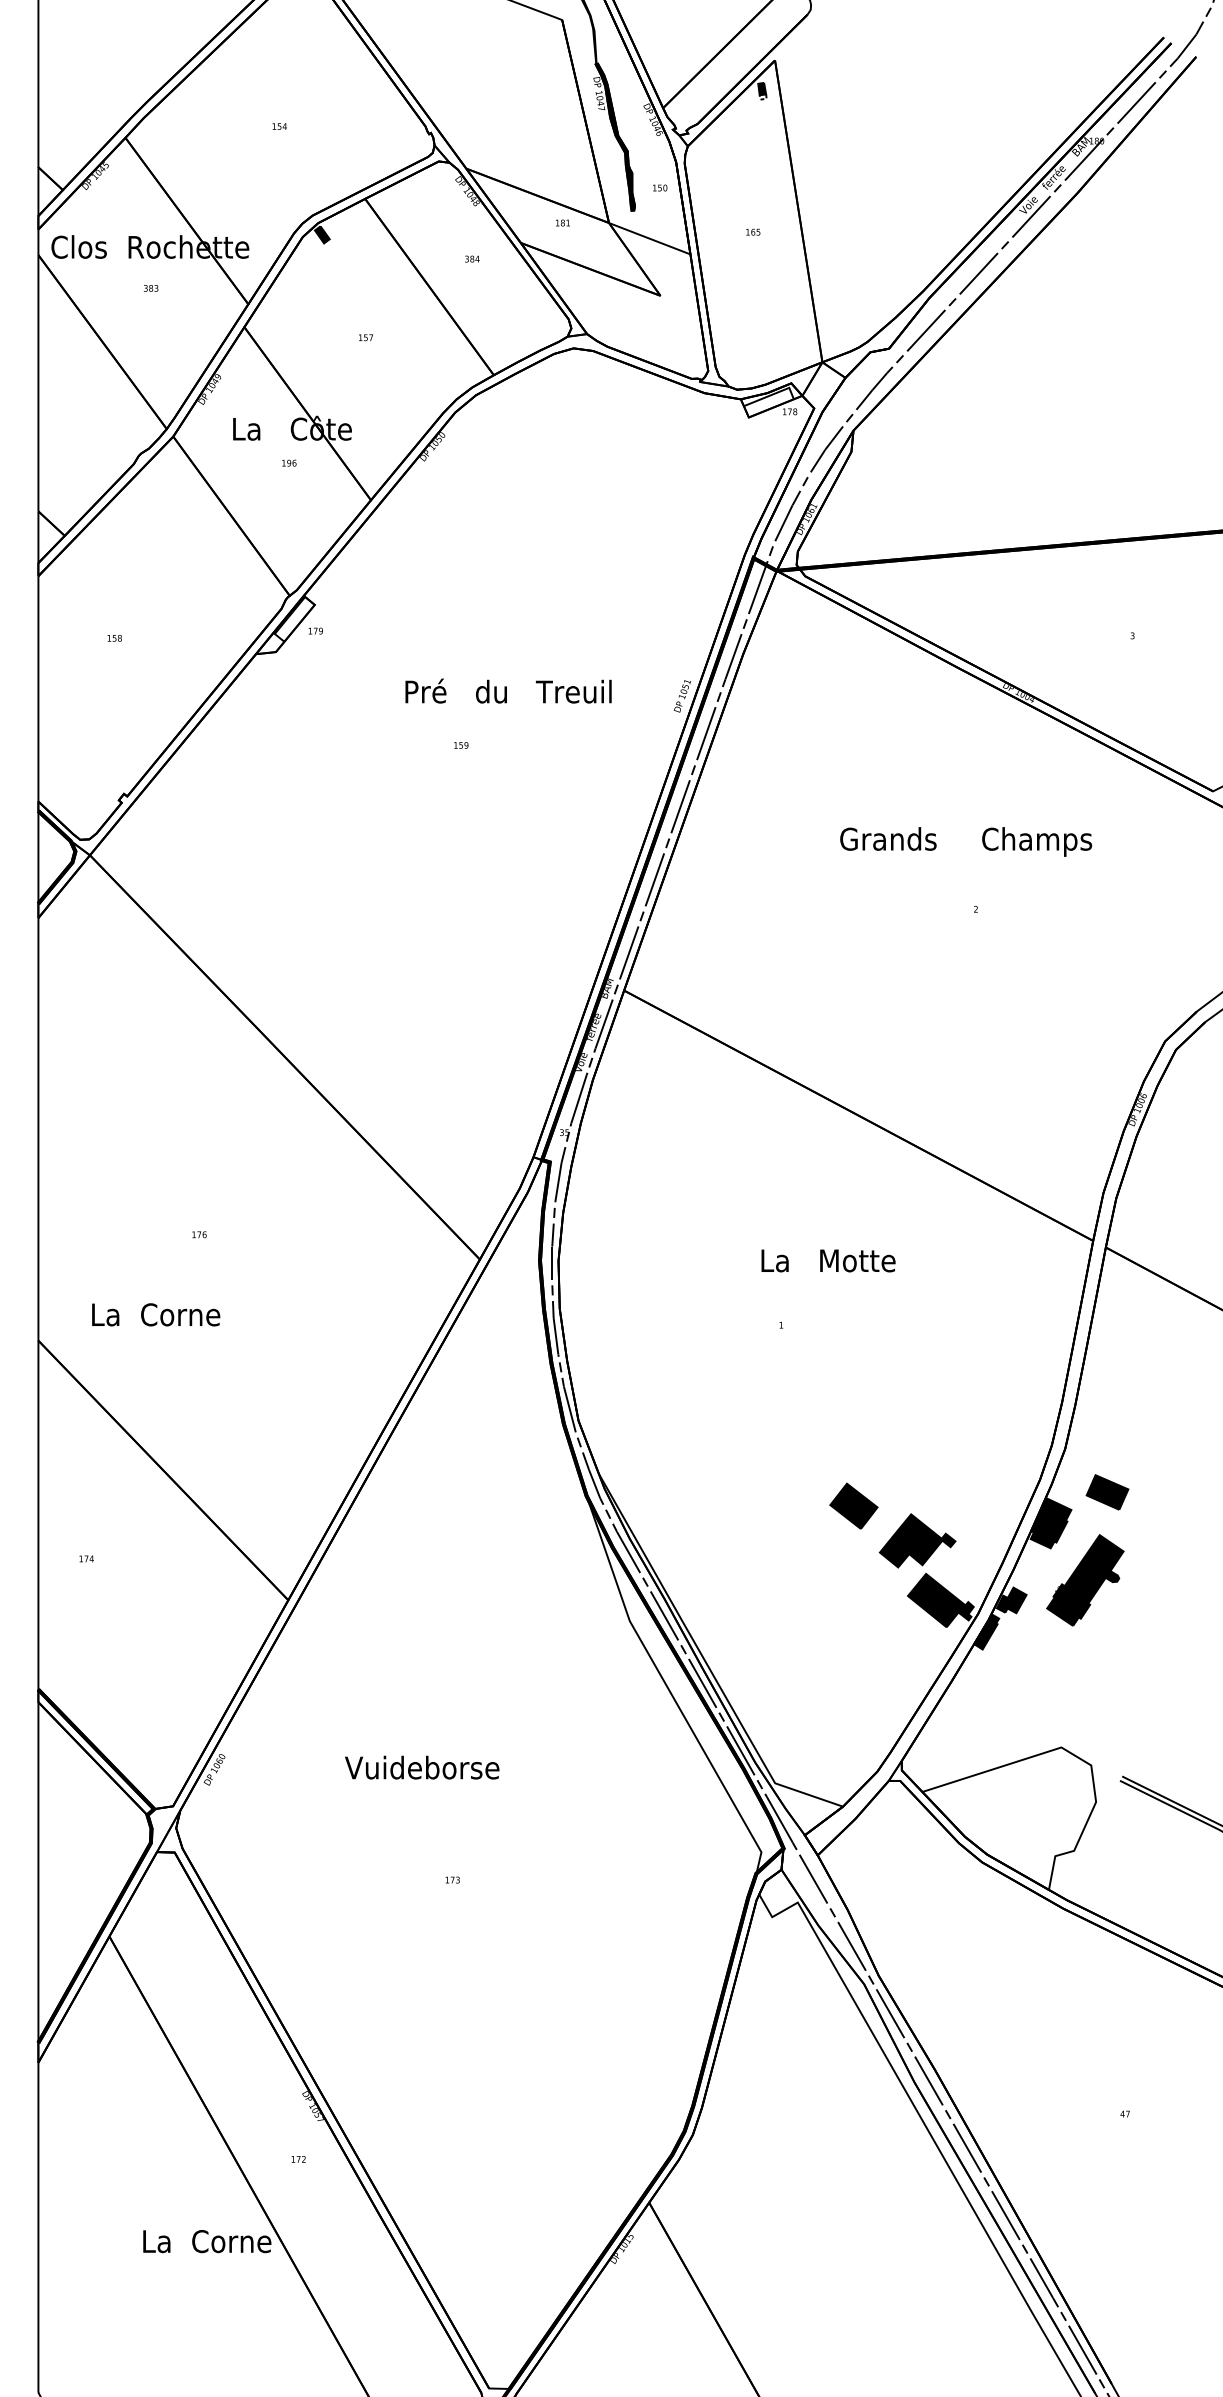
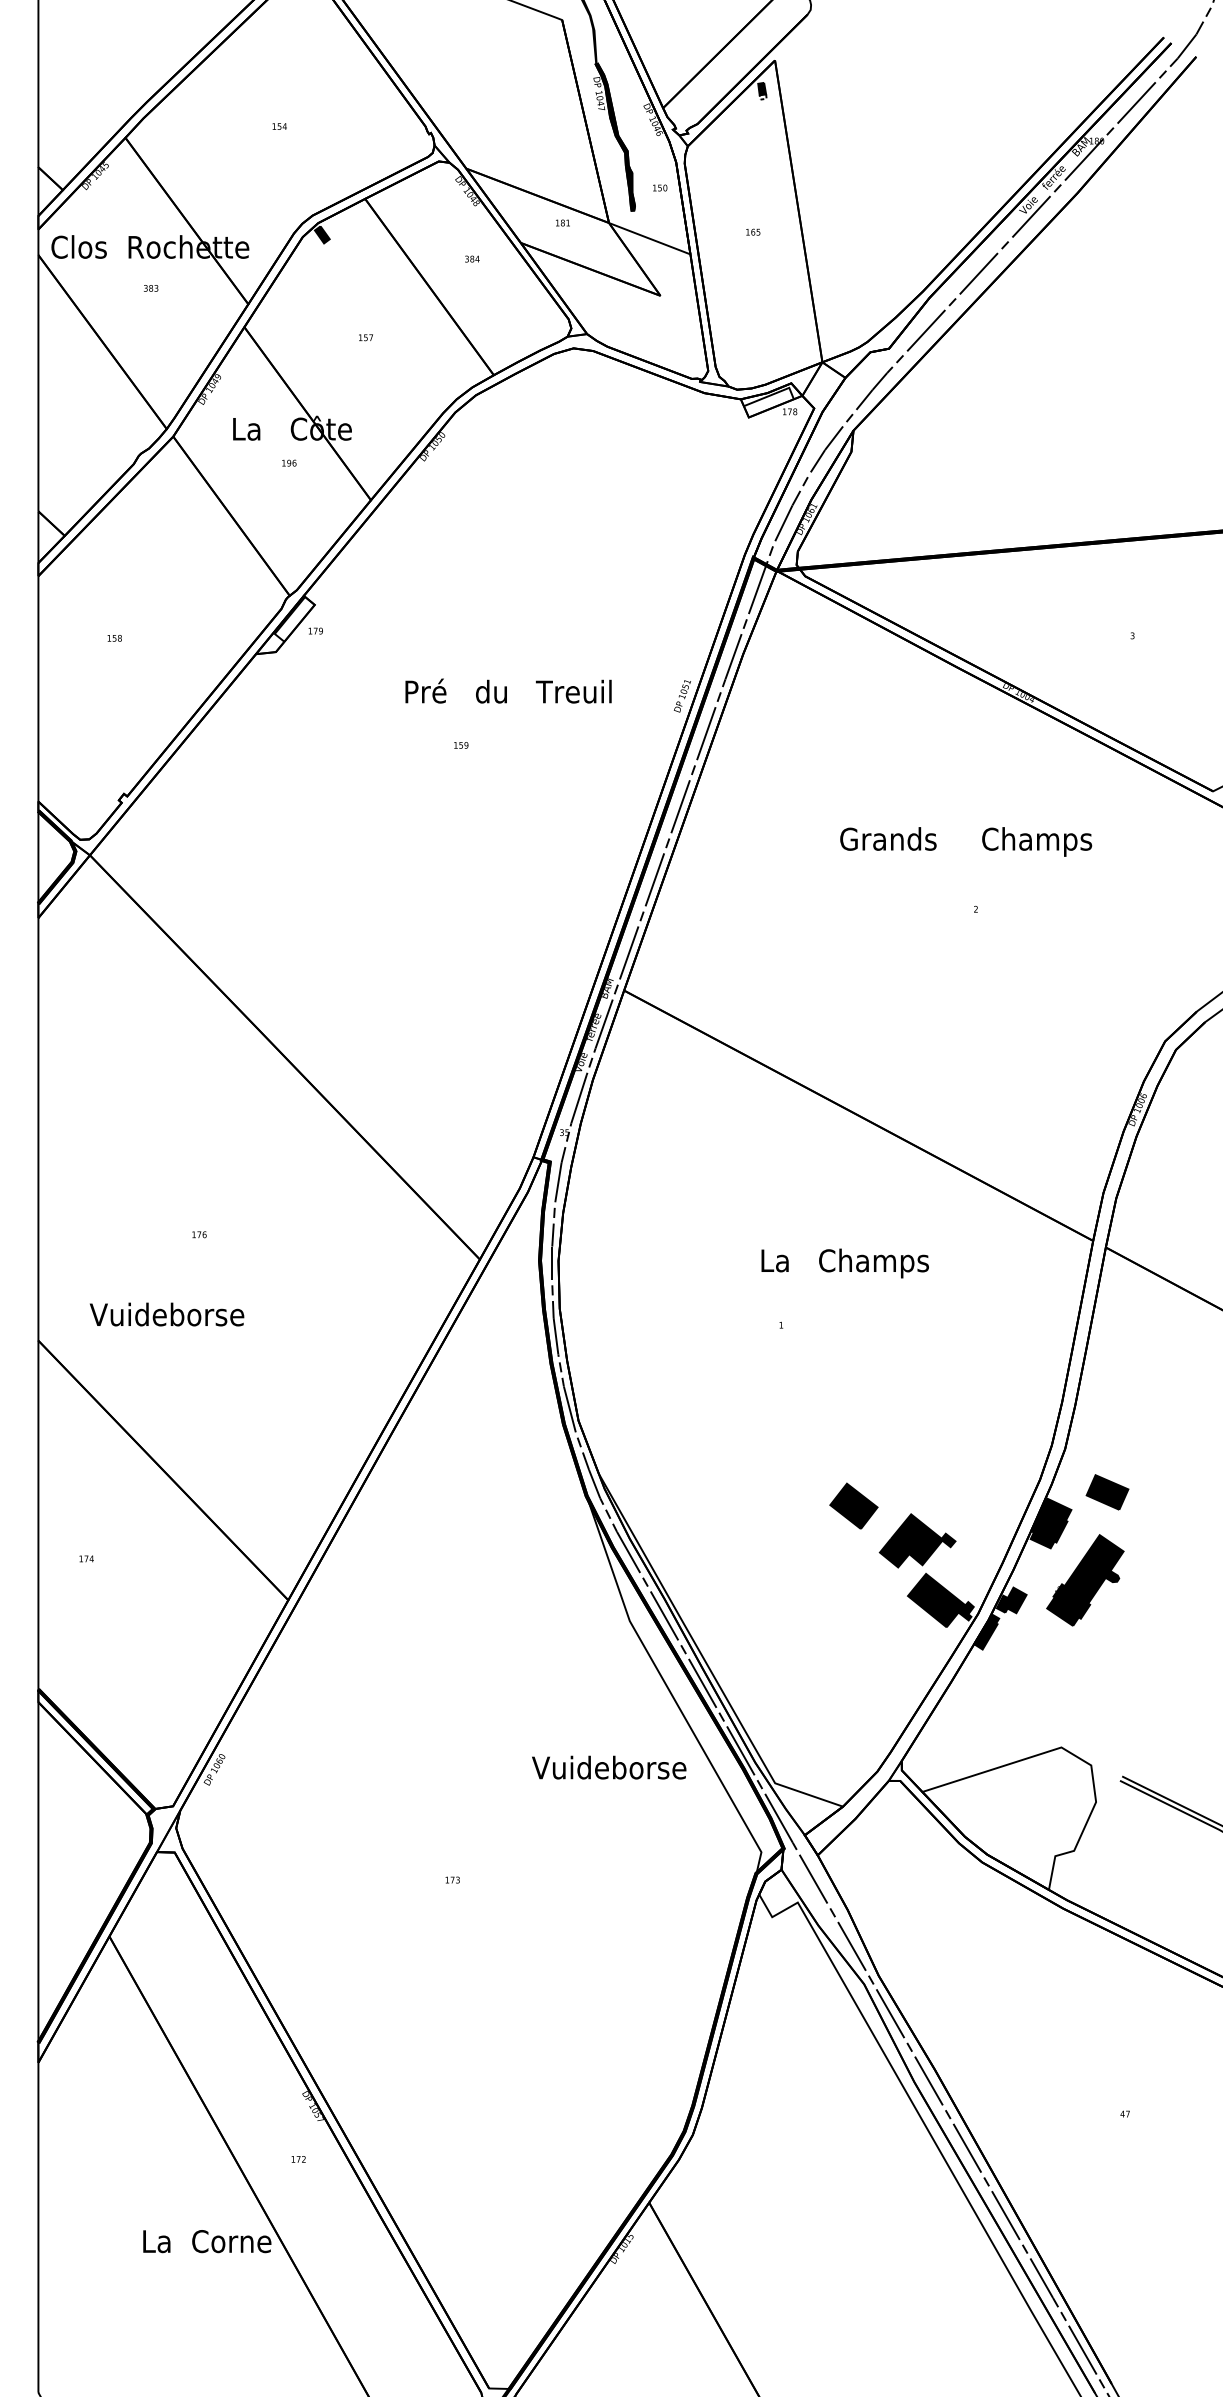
text at (873, 1263): Motte -> Champs
text at (166, 1314): La  Corne -> Vuideborse
text at (422, 1767) position: (422, 1767) -> (609, 1767)
